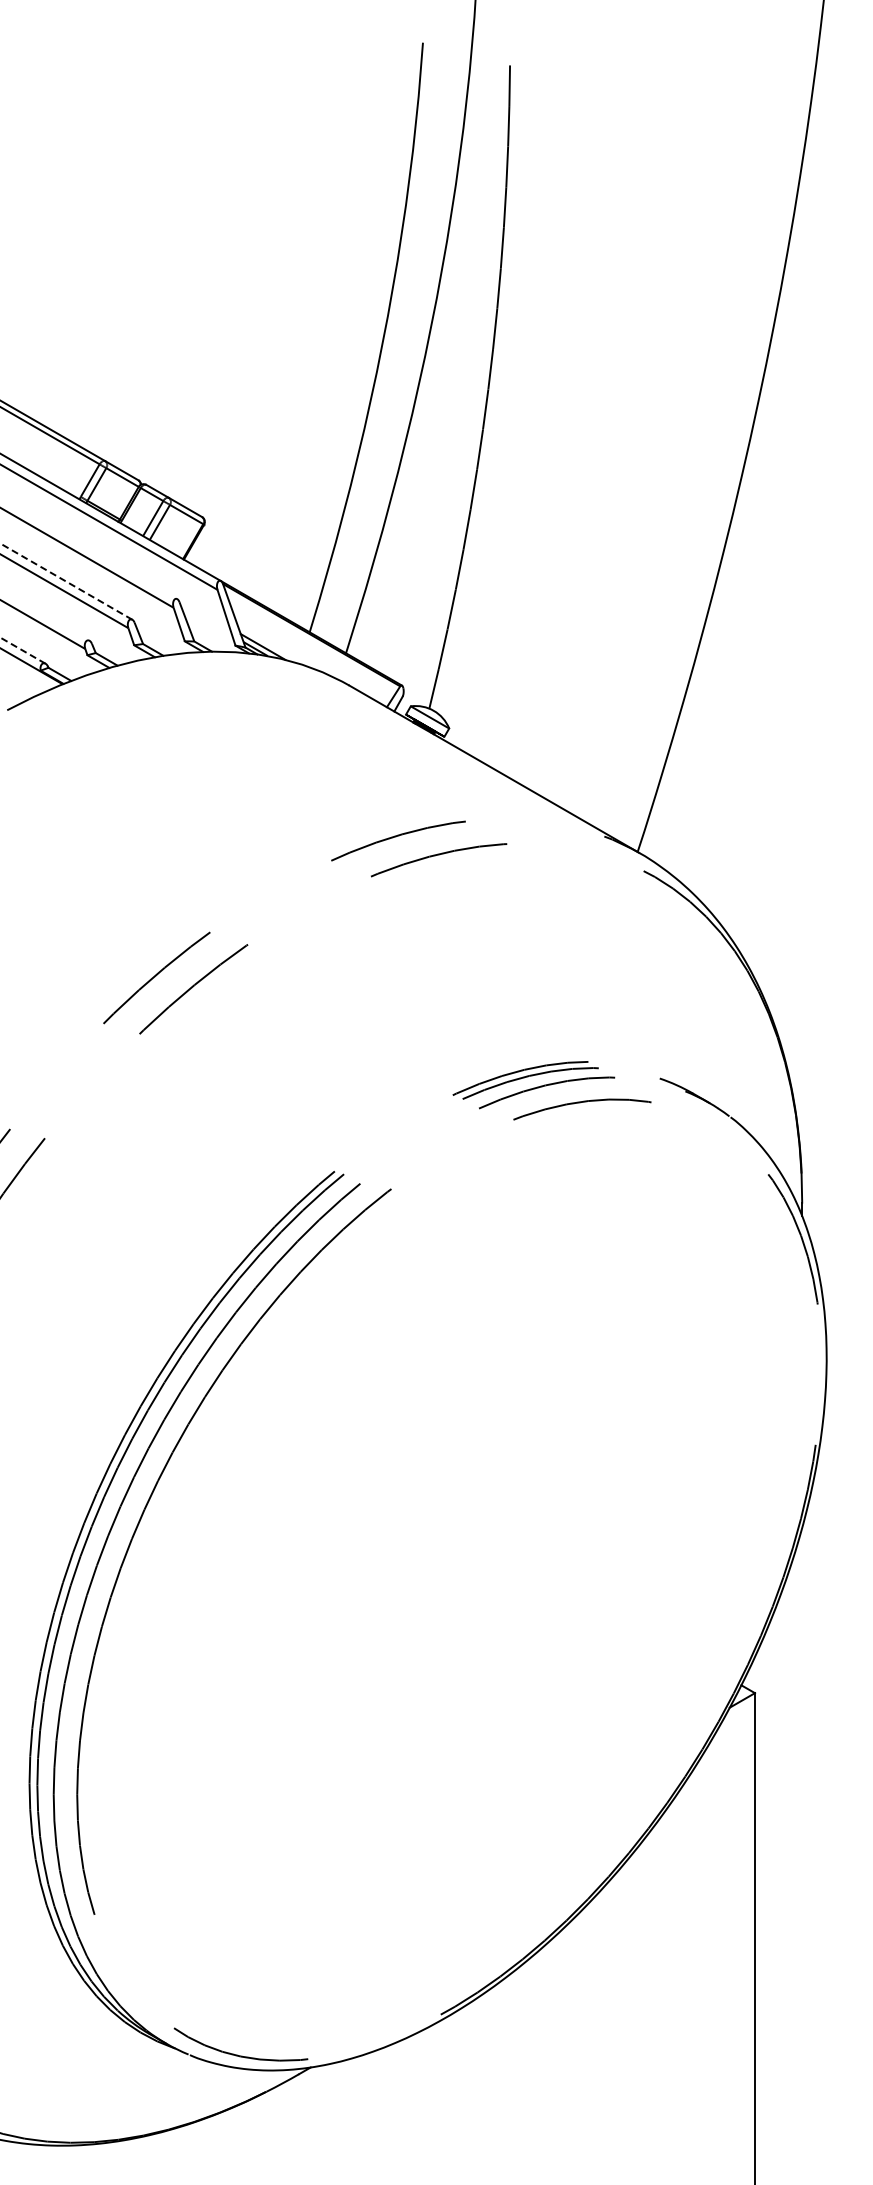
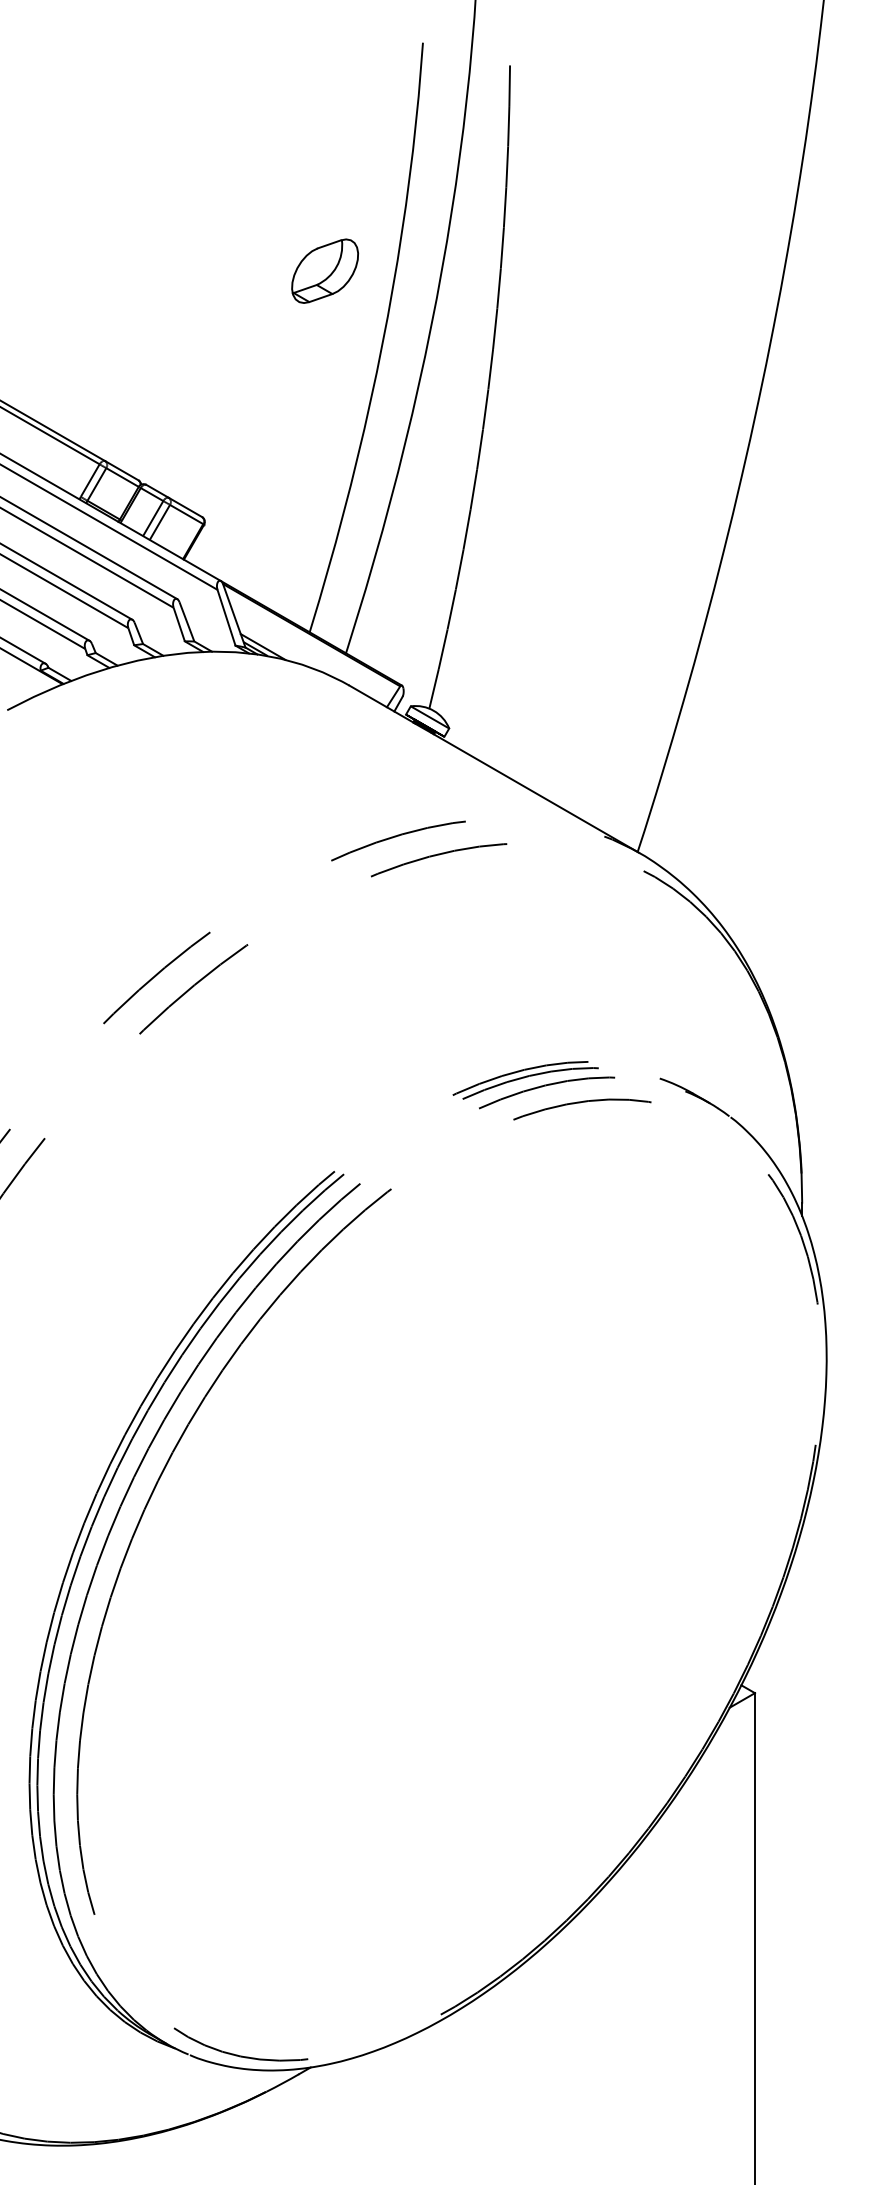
part at (325, 270): none -> present
line at (89, 548): none -> present
line at (66, 581): dashed -> solid
line at (45, 615): none -> present
line at (23, 650): dashed -> solid
